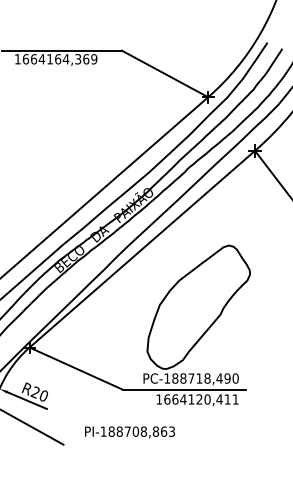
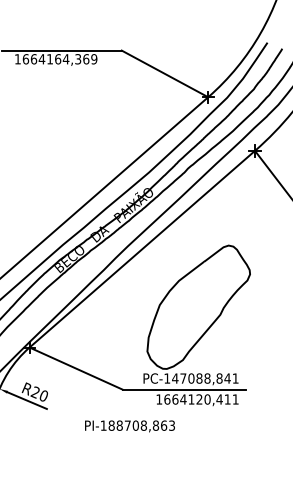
text at (205, 378): PC-188718,490 -> PC-147088,841
line at (32, 427): present -> none
text at (129, 432) position: (129, 432) -> (129, 426)
